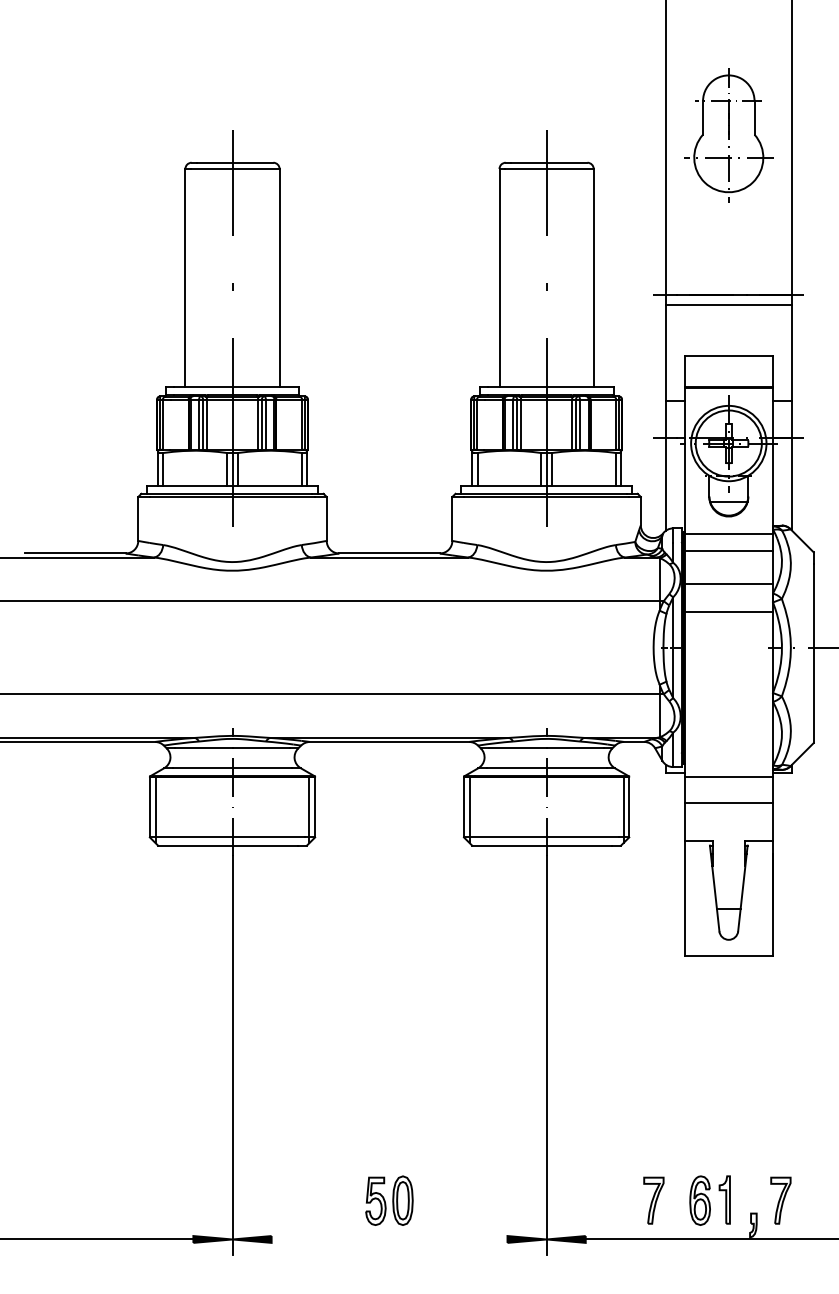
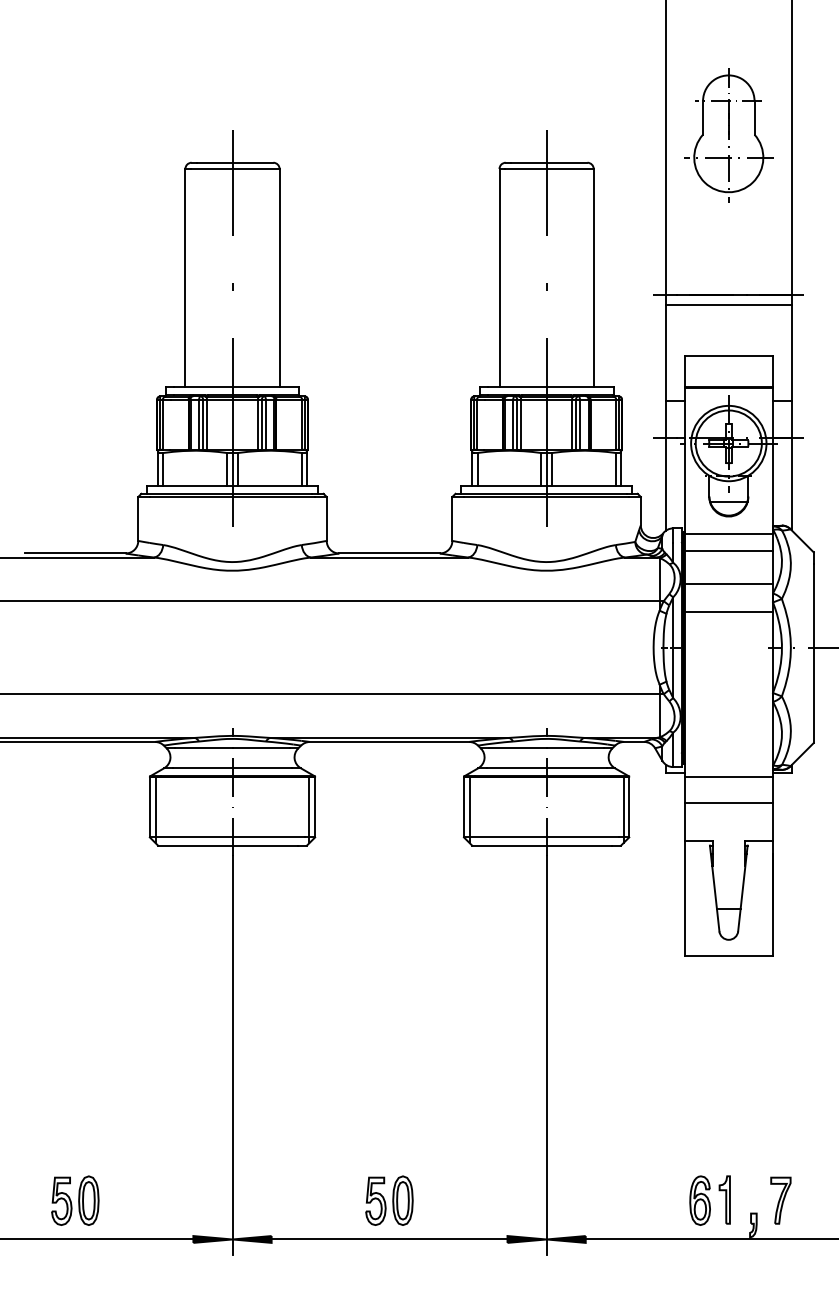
part at (75, 1200): none -> present
part at (653, 1200): present -> none
line at (389, 1239): none -> present
